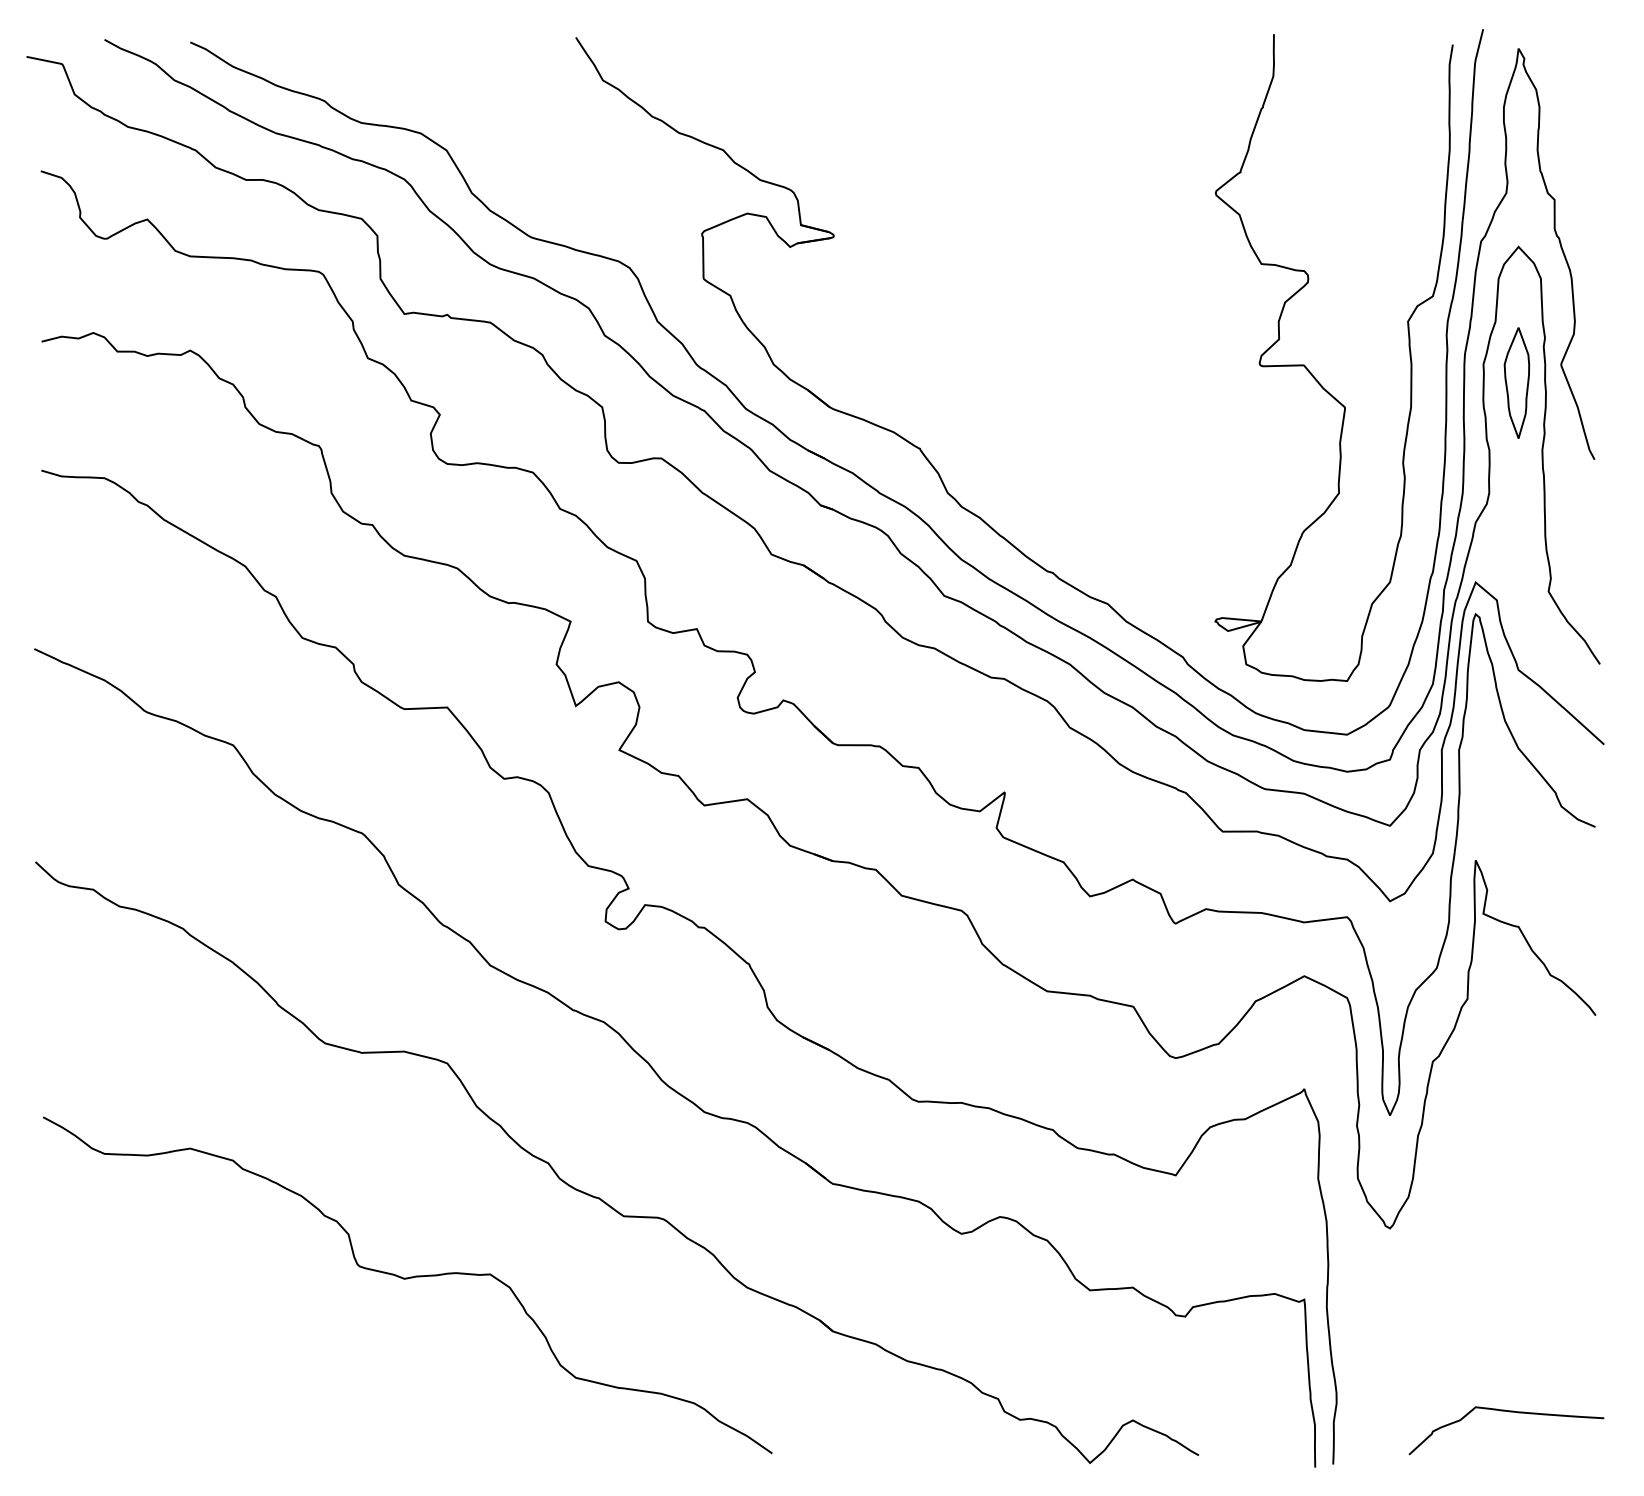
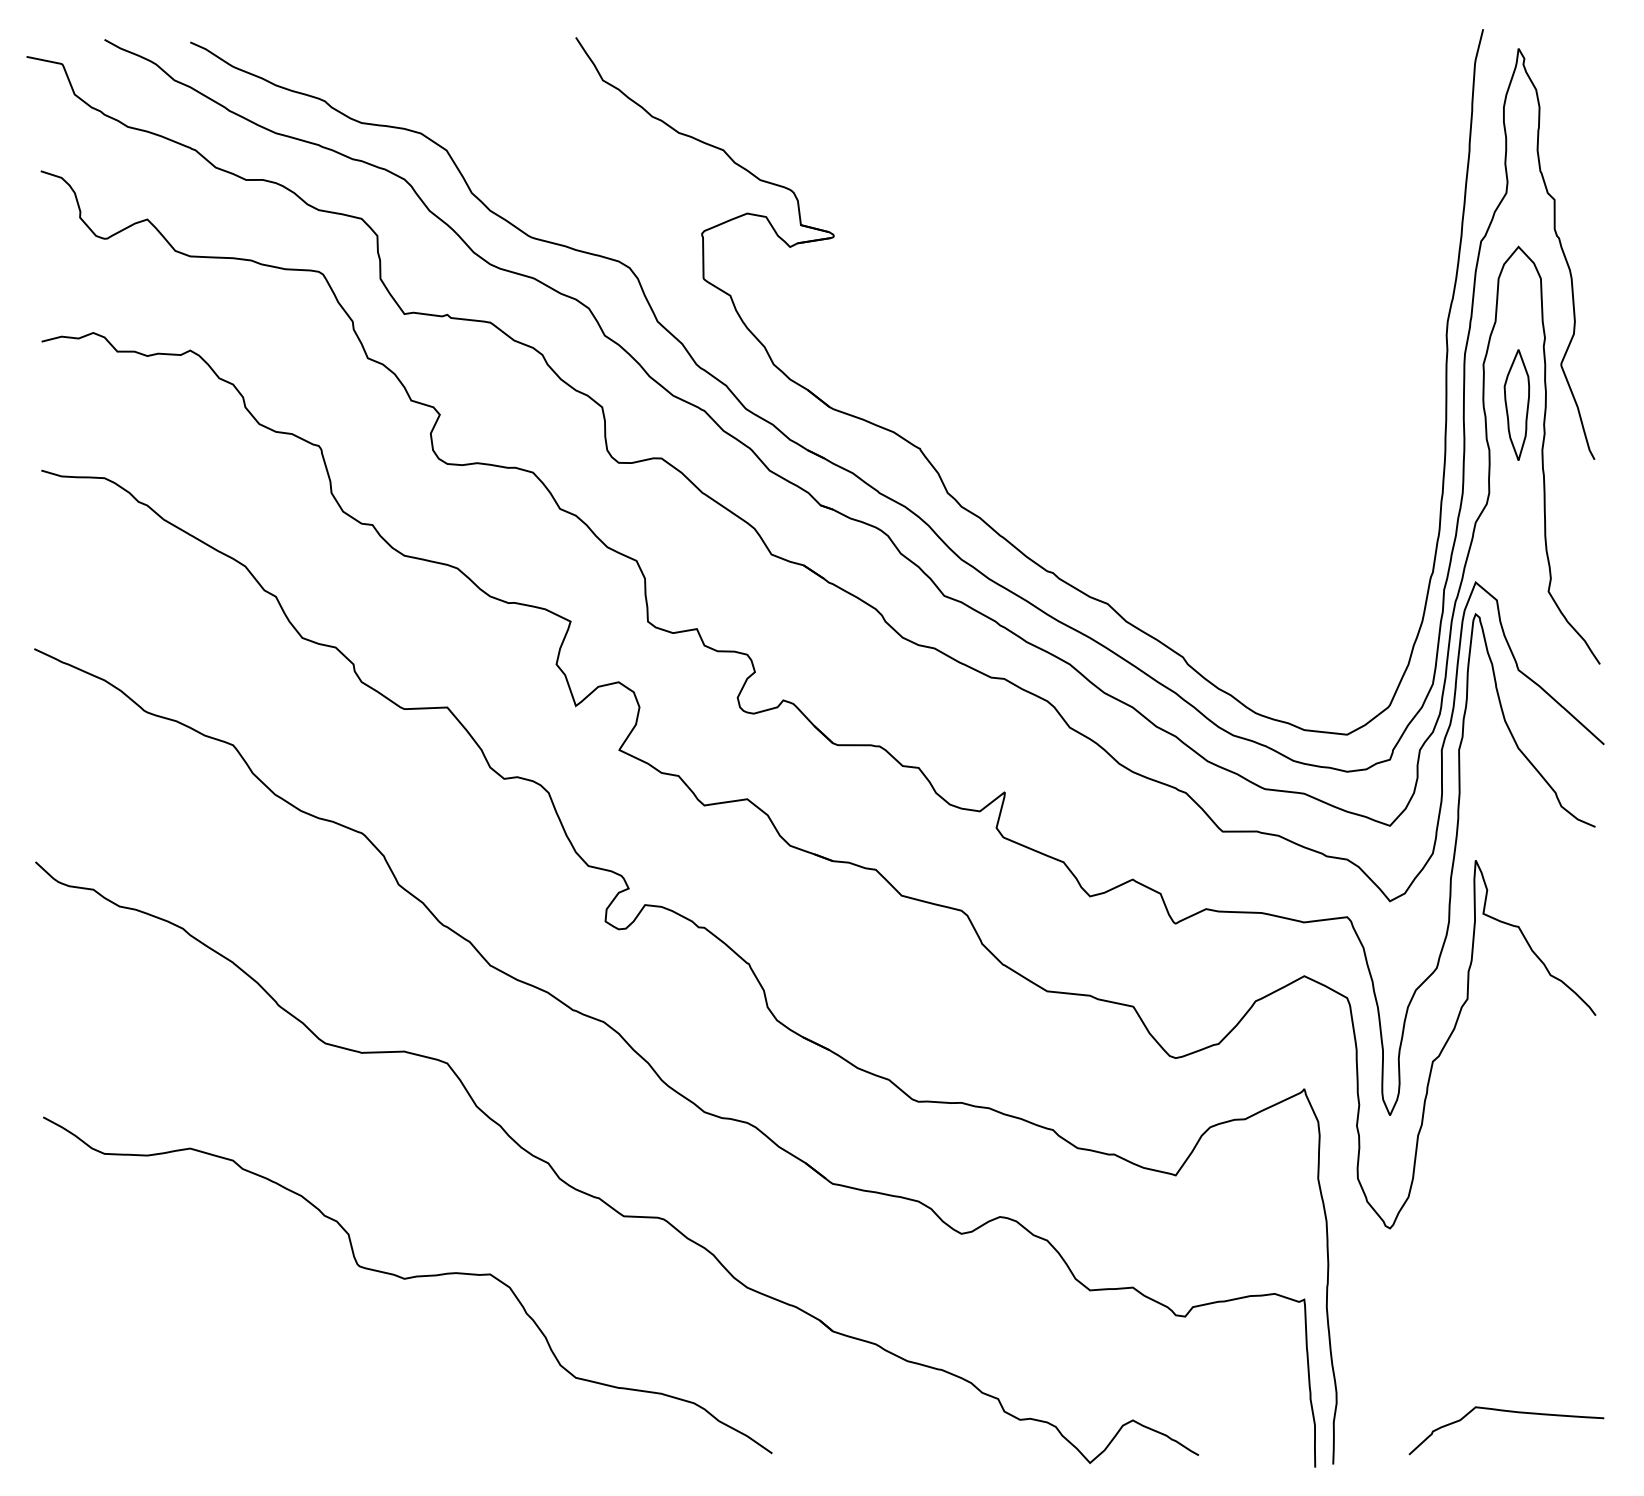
curve at (1312, 373): present -> none
part at (1516, 382) position: (1516, 382) -> (1516, 404)
